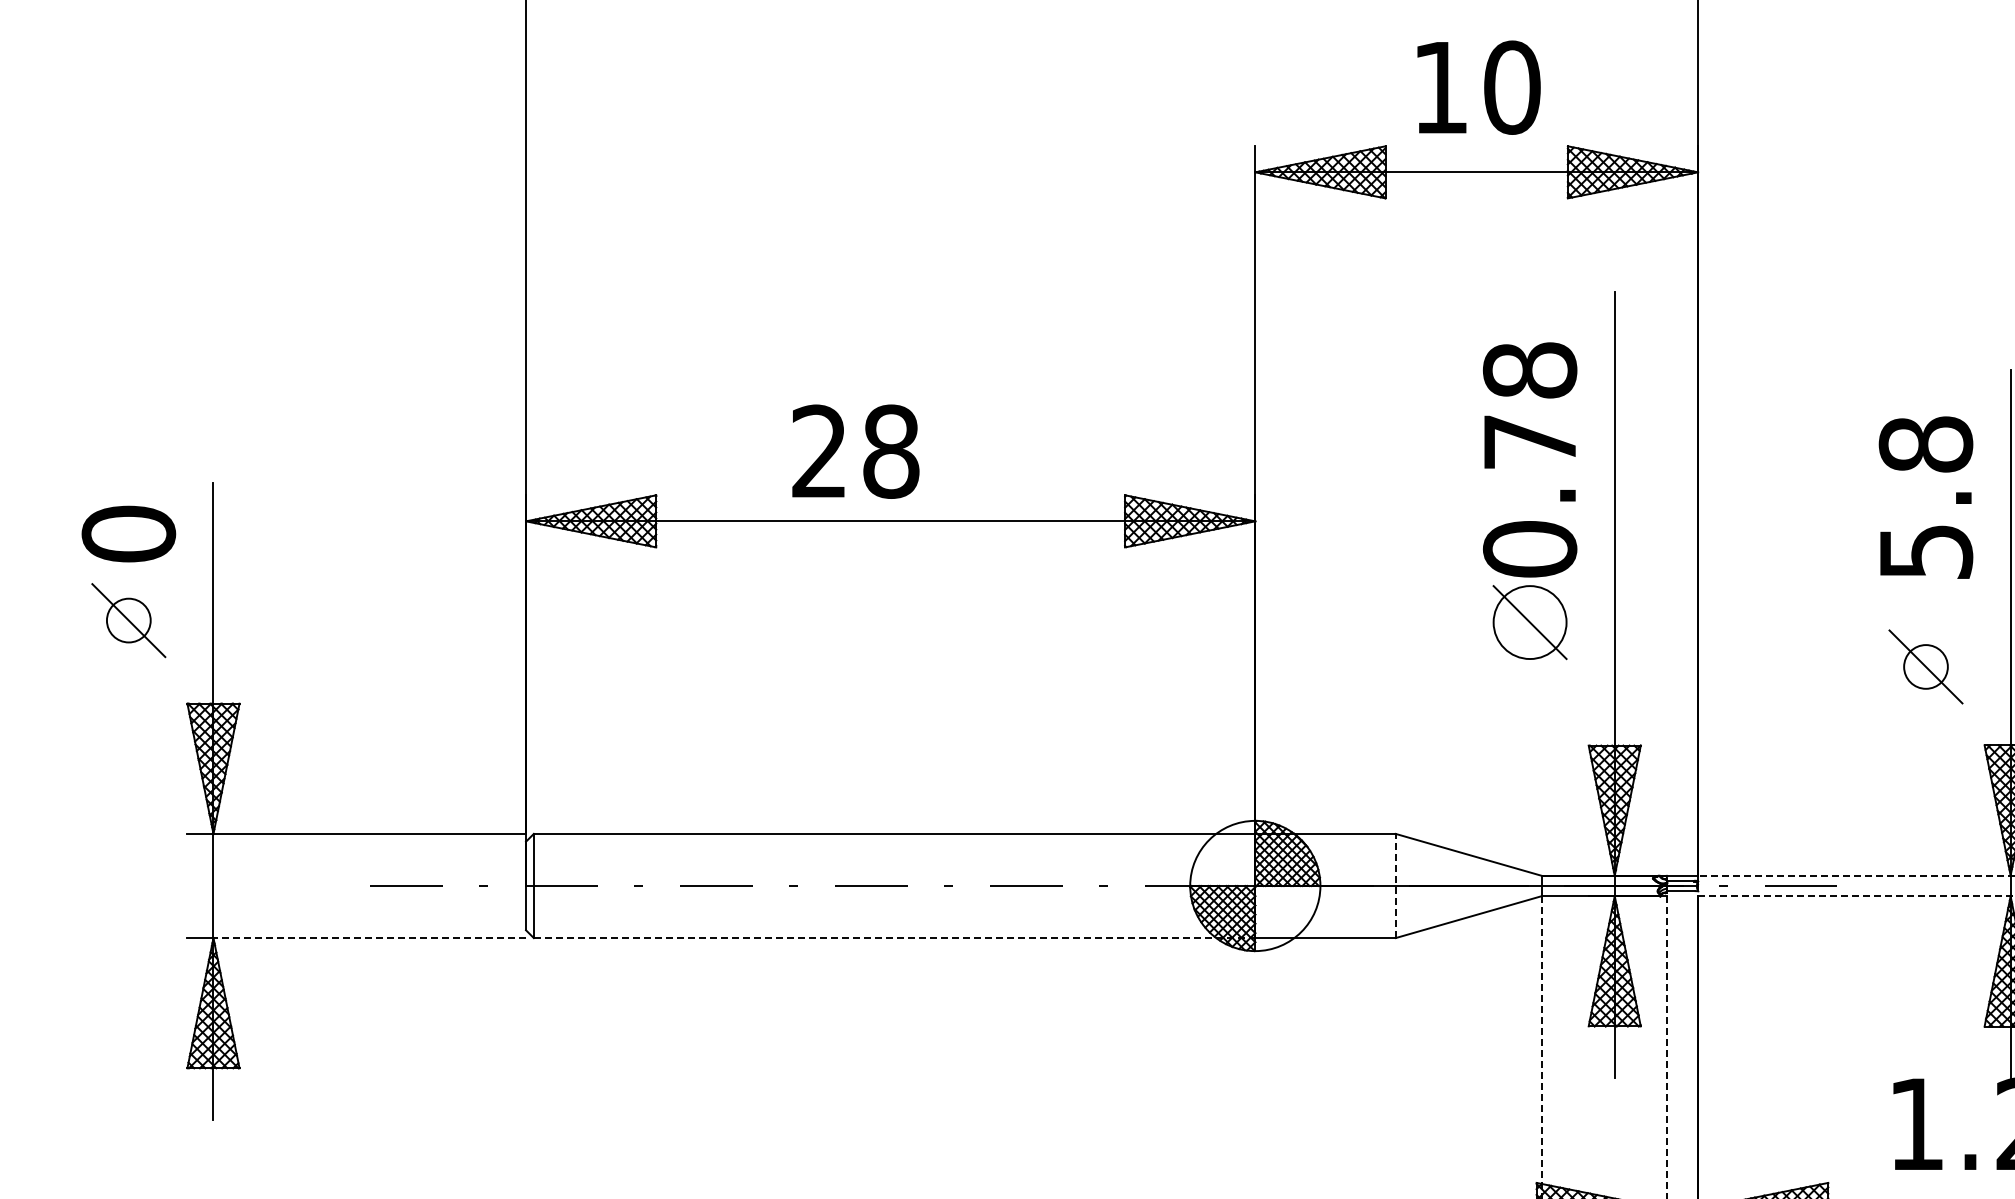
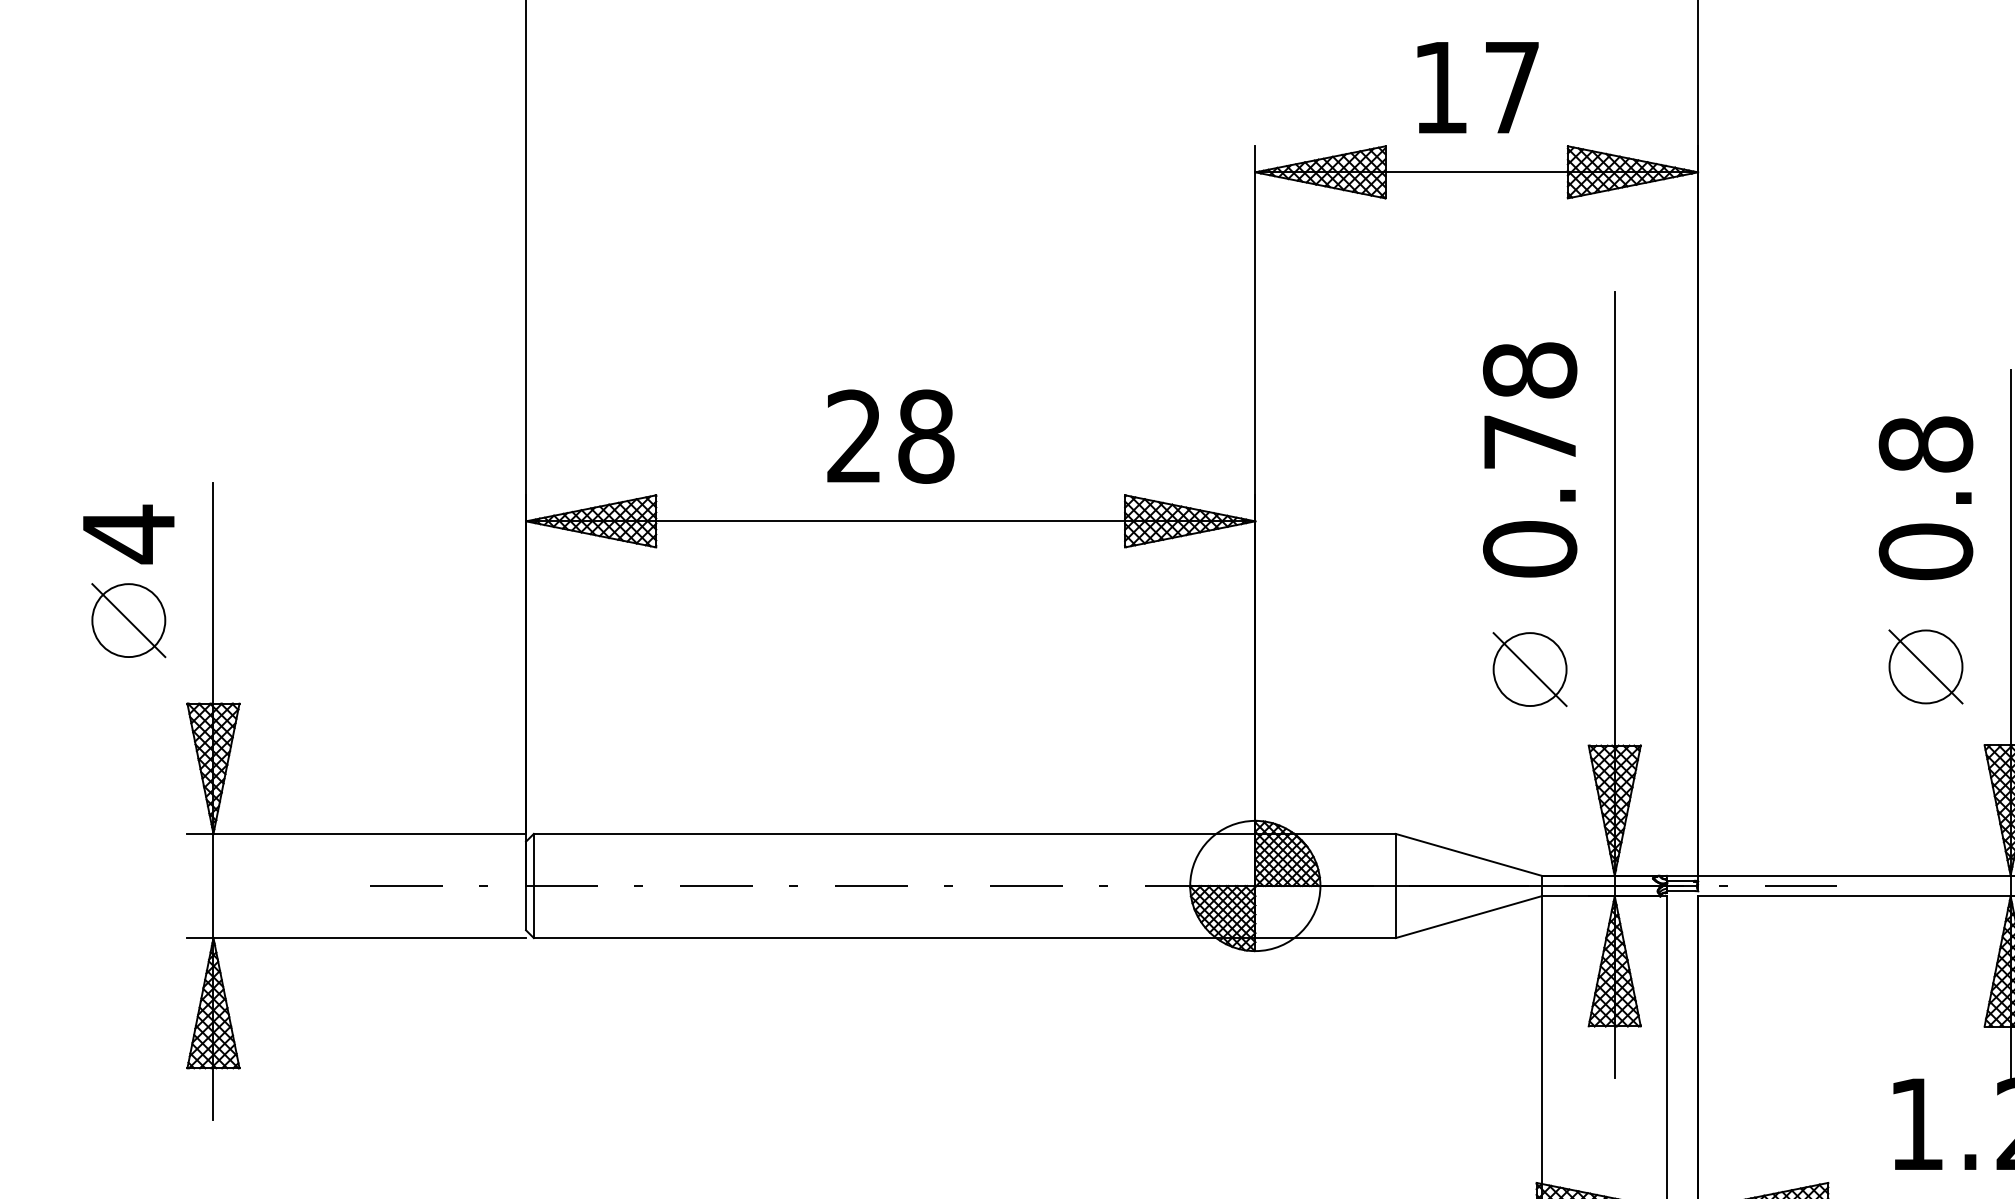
text at (1512, 87): 10 -> 17
text at (855, 451) position: (855, 451) -> (890, 436)
text at (128, 534): 0 -> 4
text at (1925, 551): 5.8 -> 0.8
circle at (128, 620) diameter: 44 px -> 73 px
part at (1529, 622) position: (1529, 622) -> (1529, 669)
circle at (1925, 666) diameter: 44 px -> 73 px
line at (1855, 875): dashed -> solid
line at (1395, 885): dashed -> solid
line at (1856, 896): dashed -> solid
line at (369, 938): dashed -> solid
line at (894, 938): dashed -> solid
line at (1541, 1047): dashed -> solid
line at (1666, 1047): dashed -> solid
